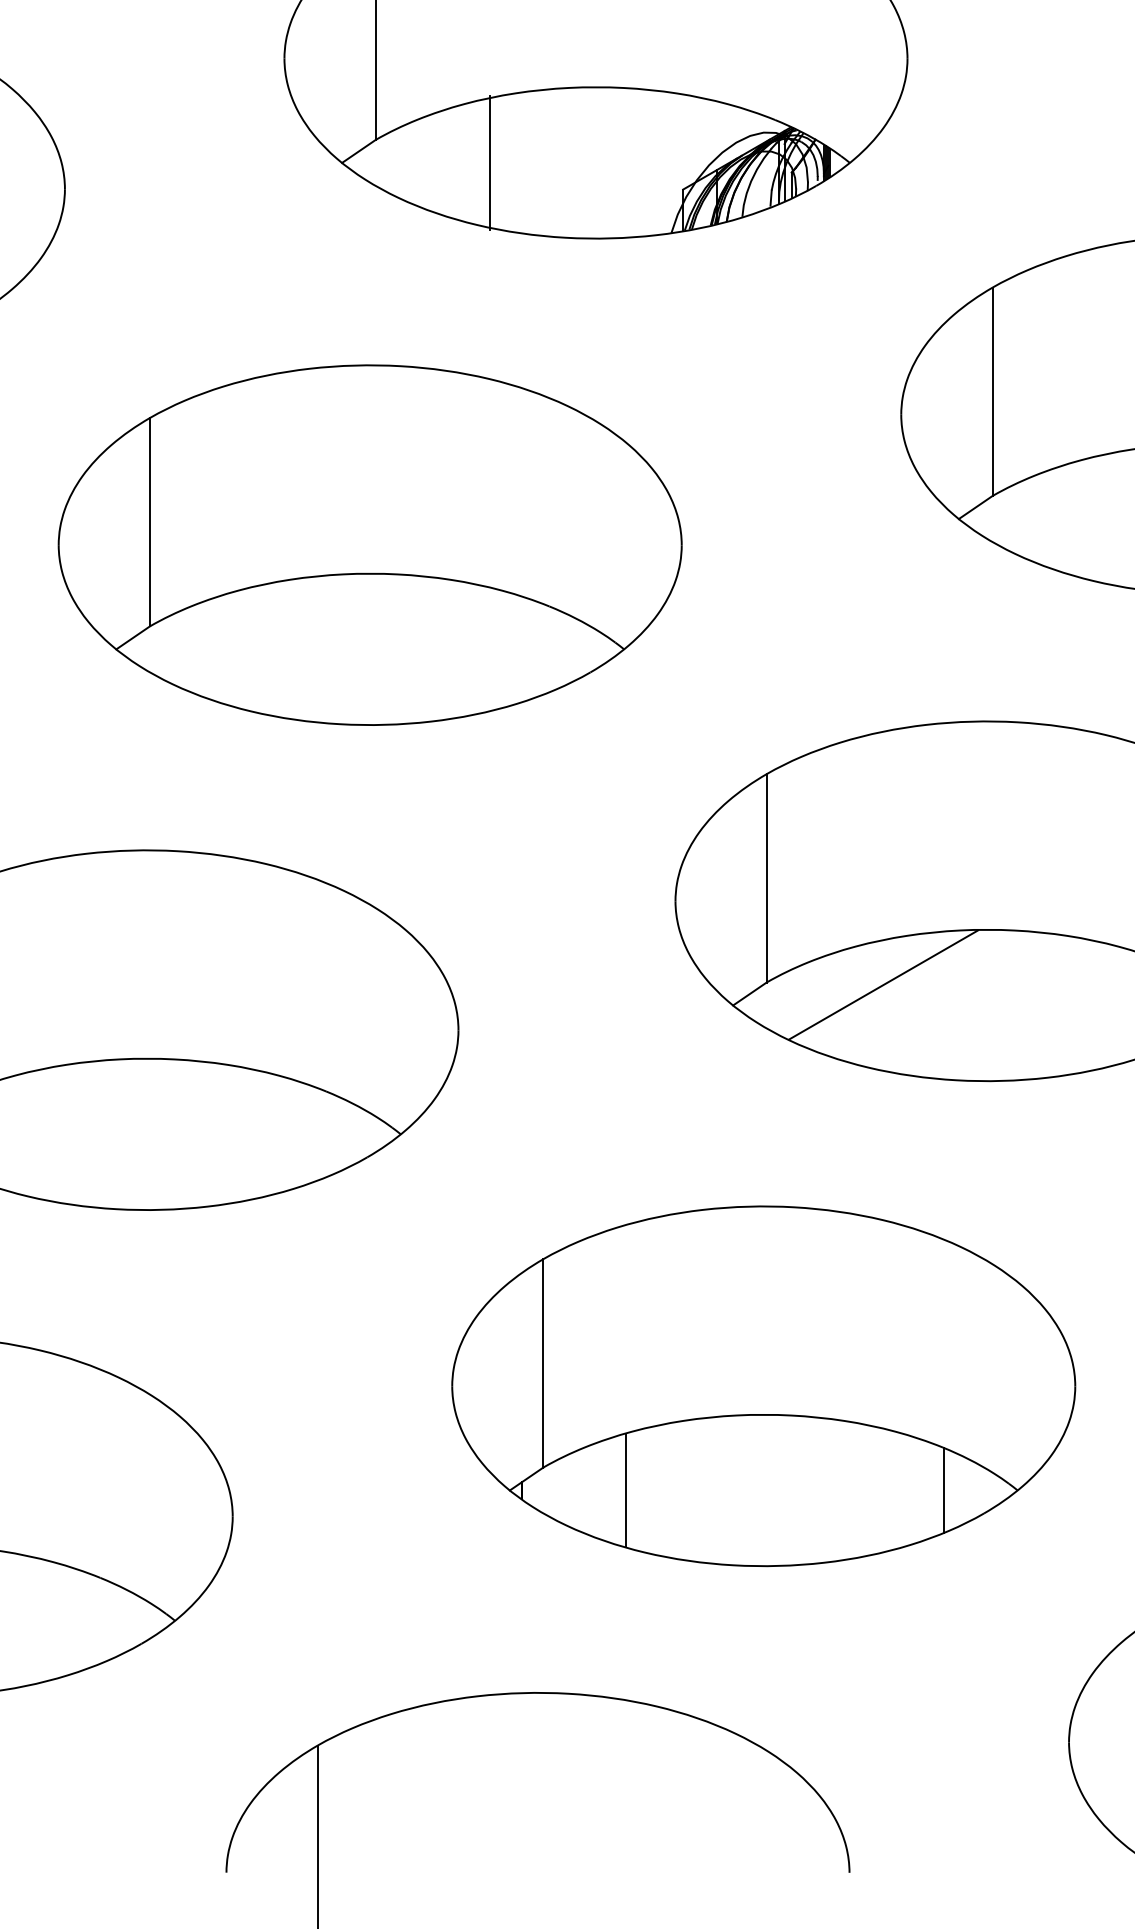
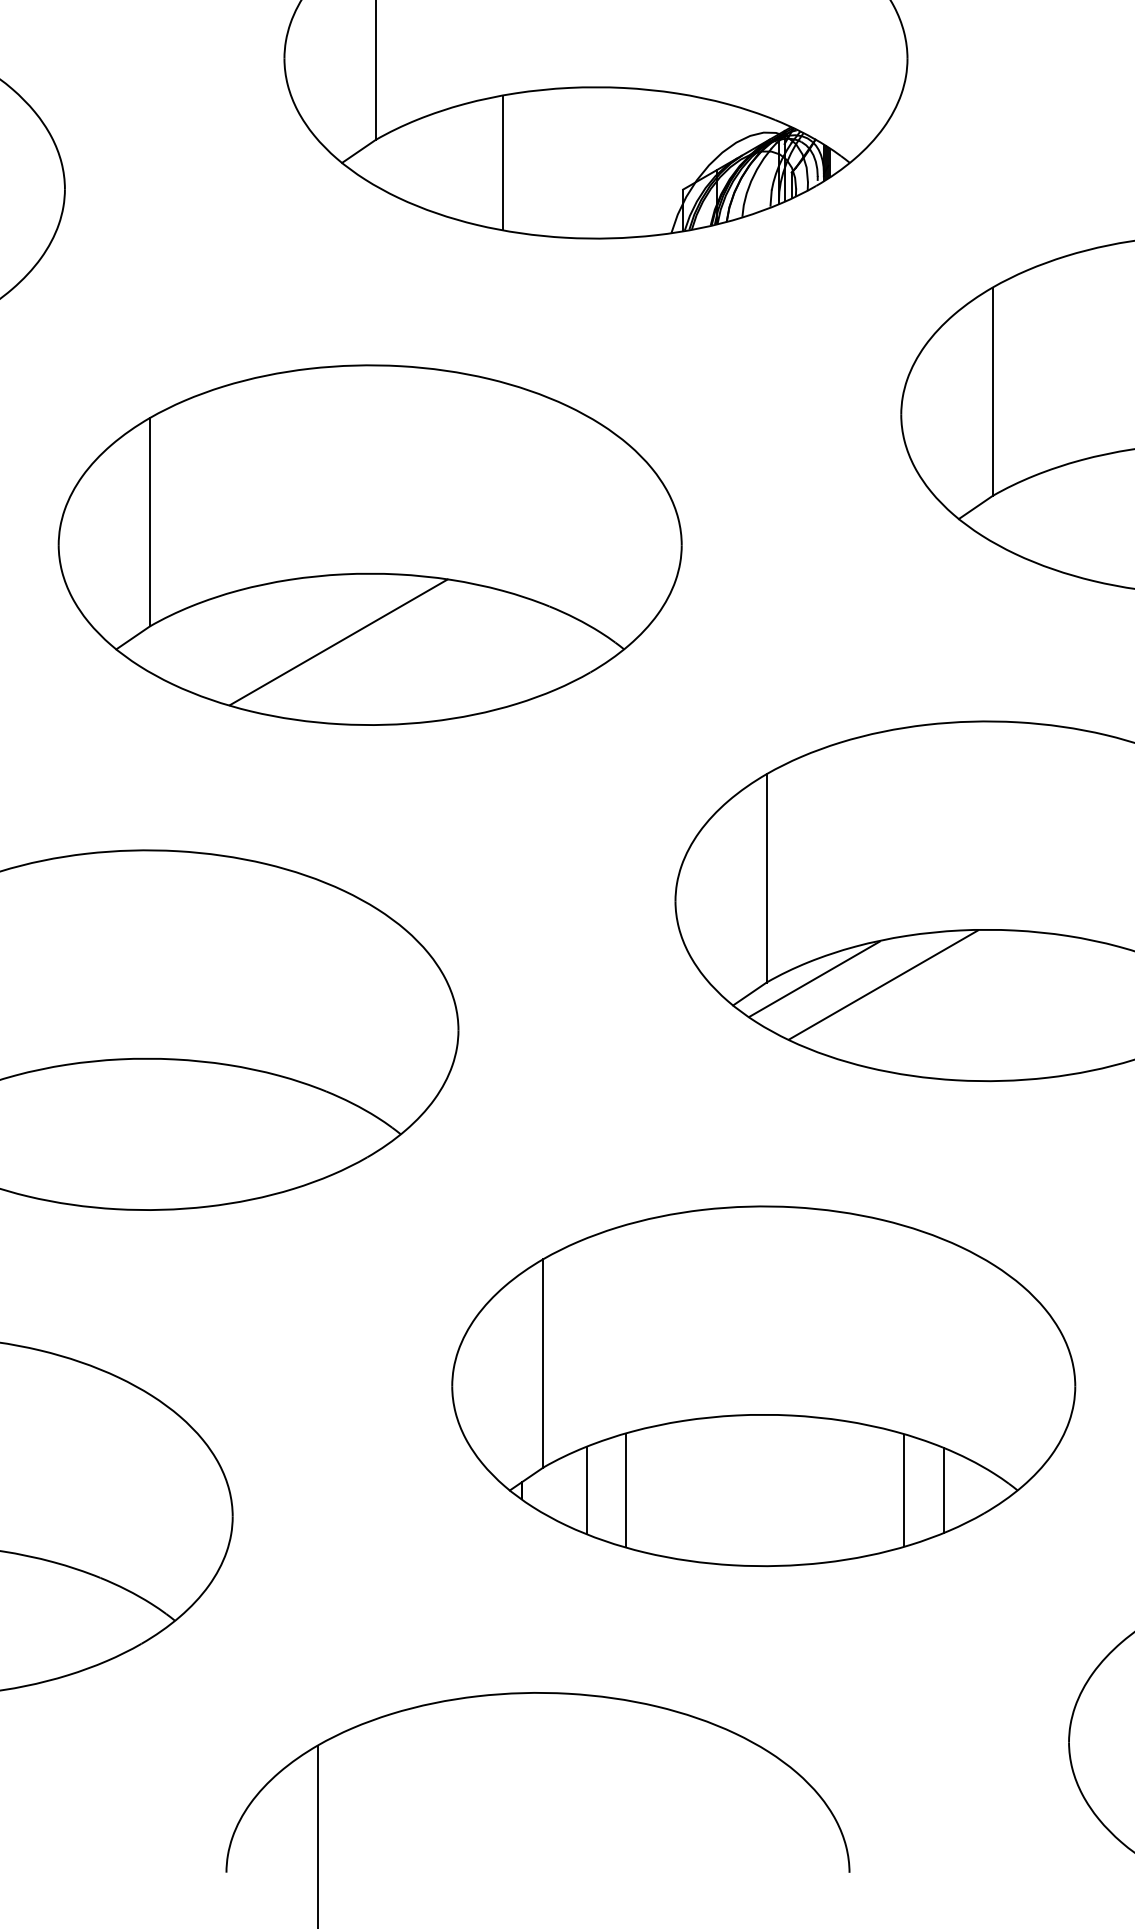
line at (489, 162) position: (489, 162) -> (502, 162)
line at (338, 642): none -> present
line at (814, 978): none -> present
line at (586, 1490): none -> present
line at (904, 1490): none -> present
